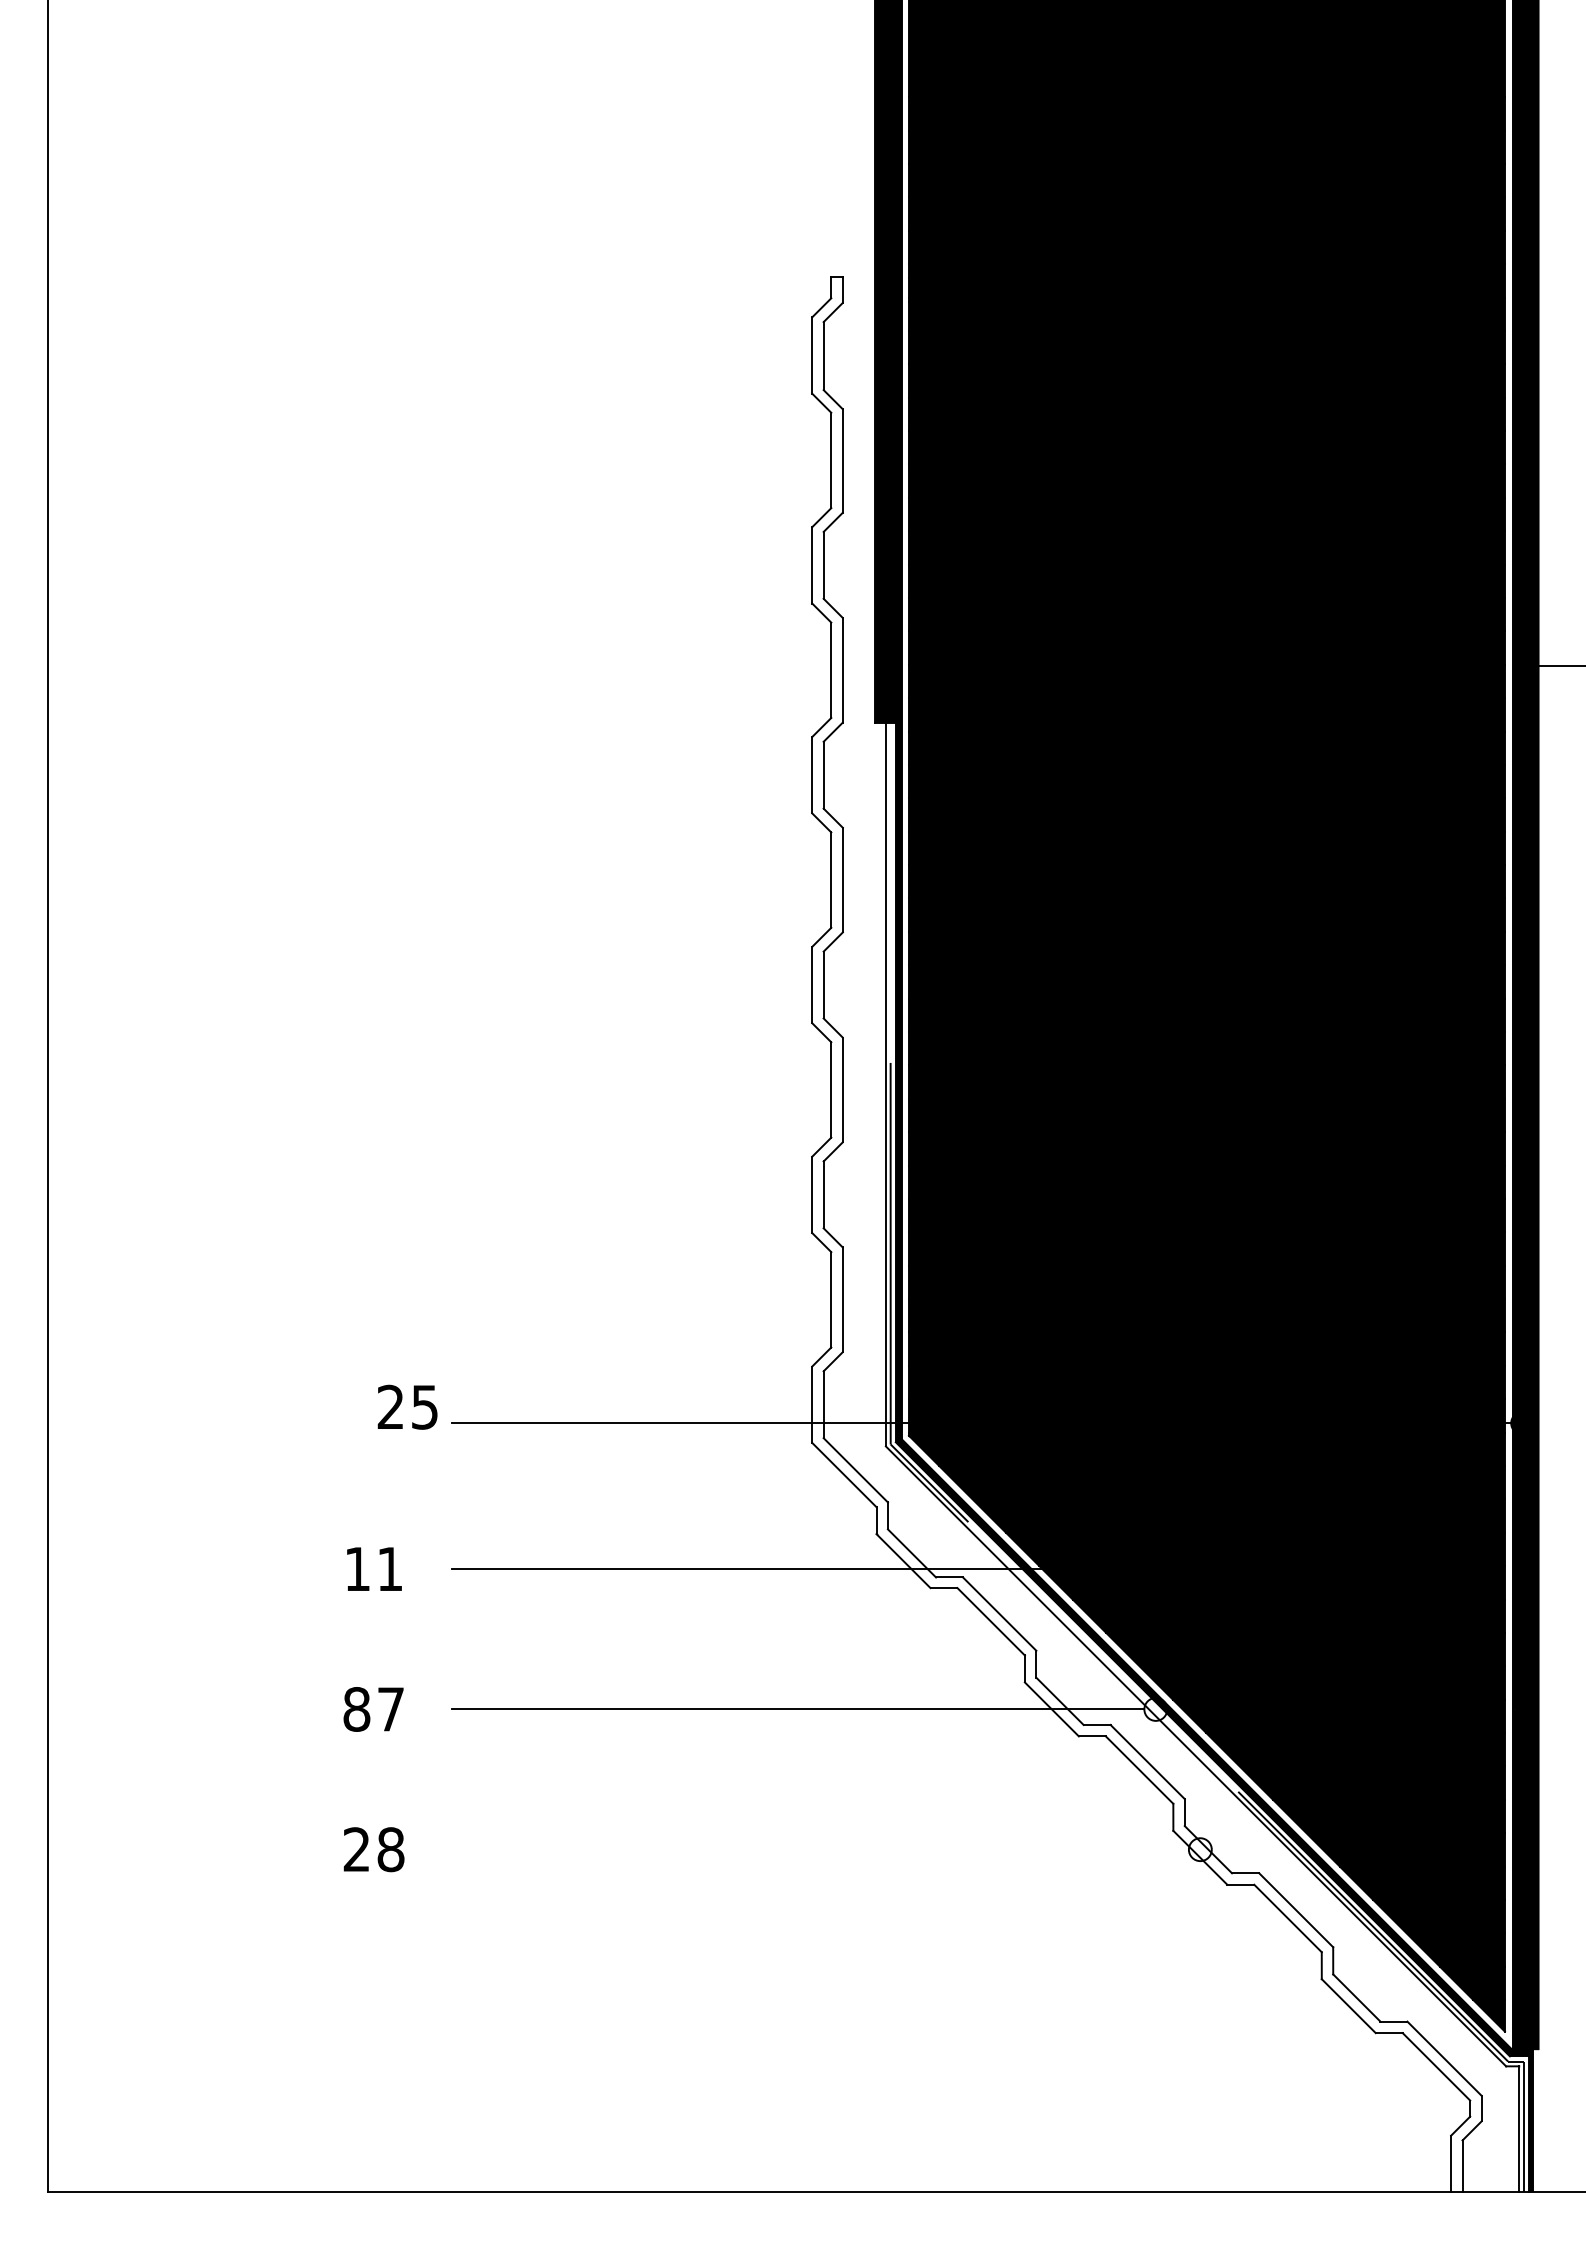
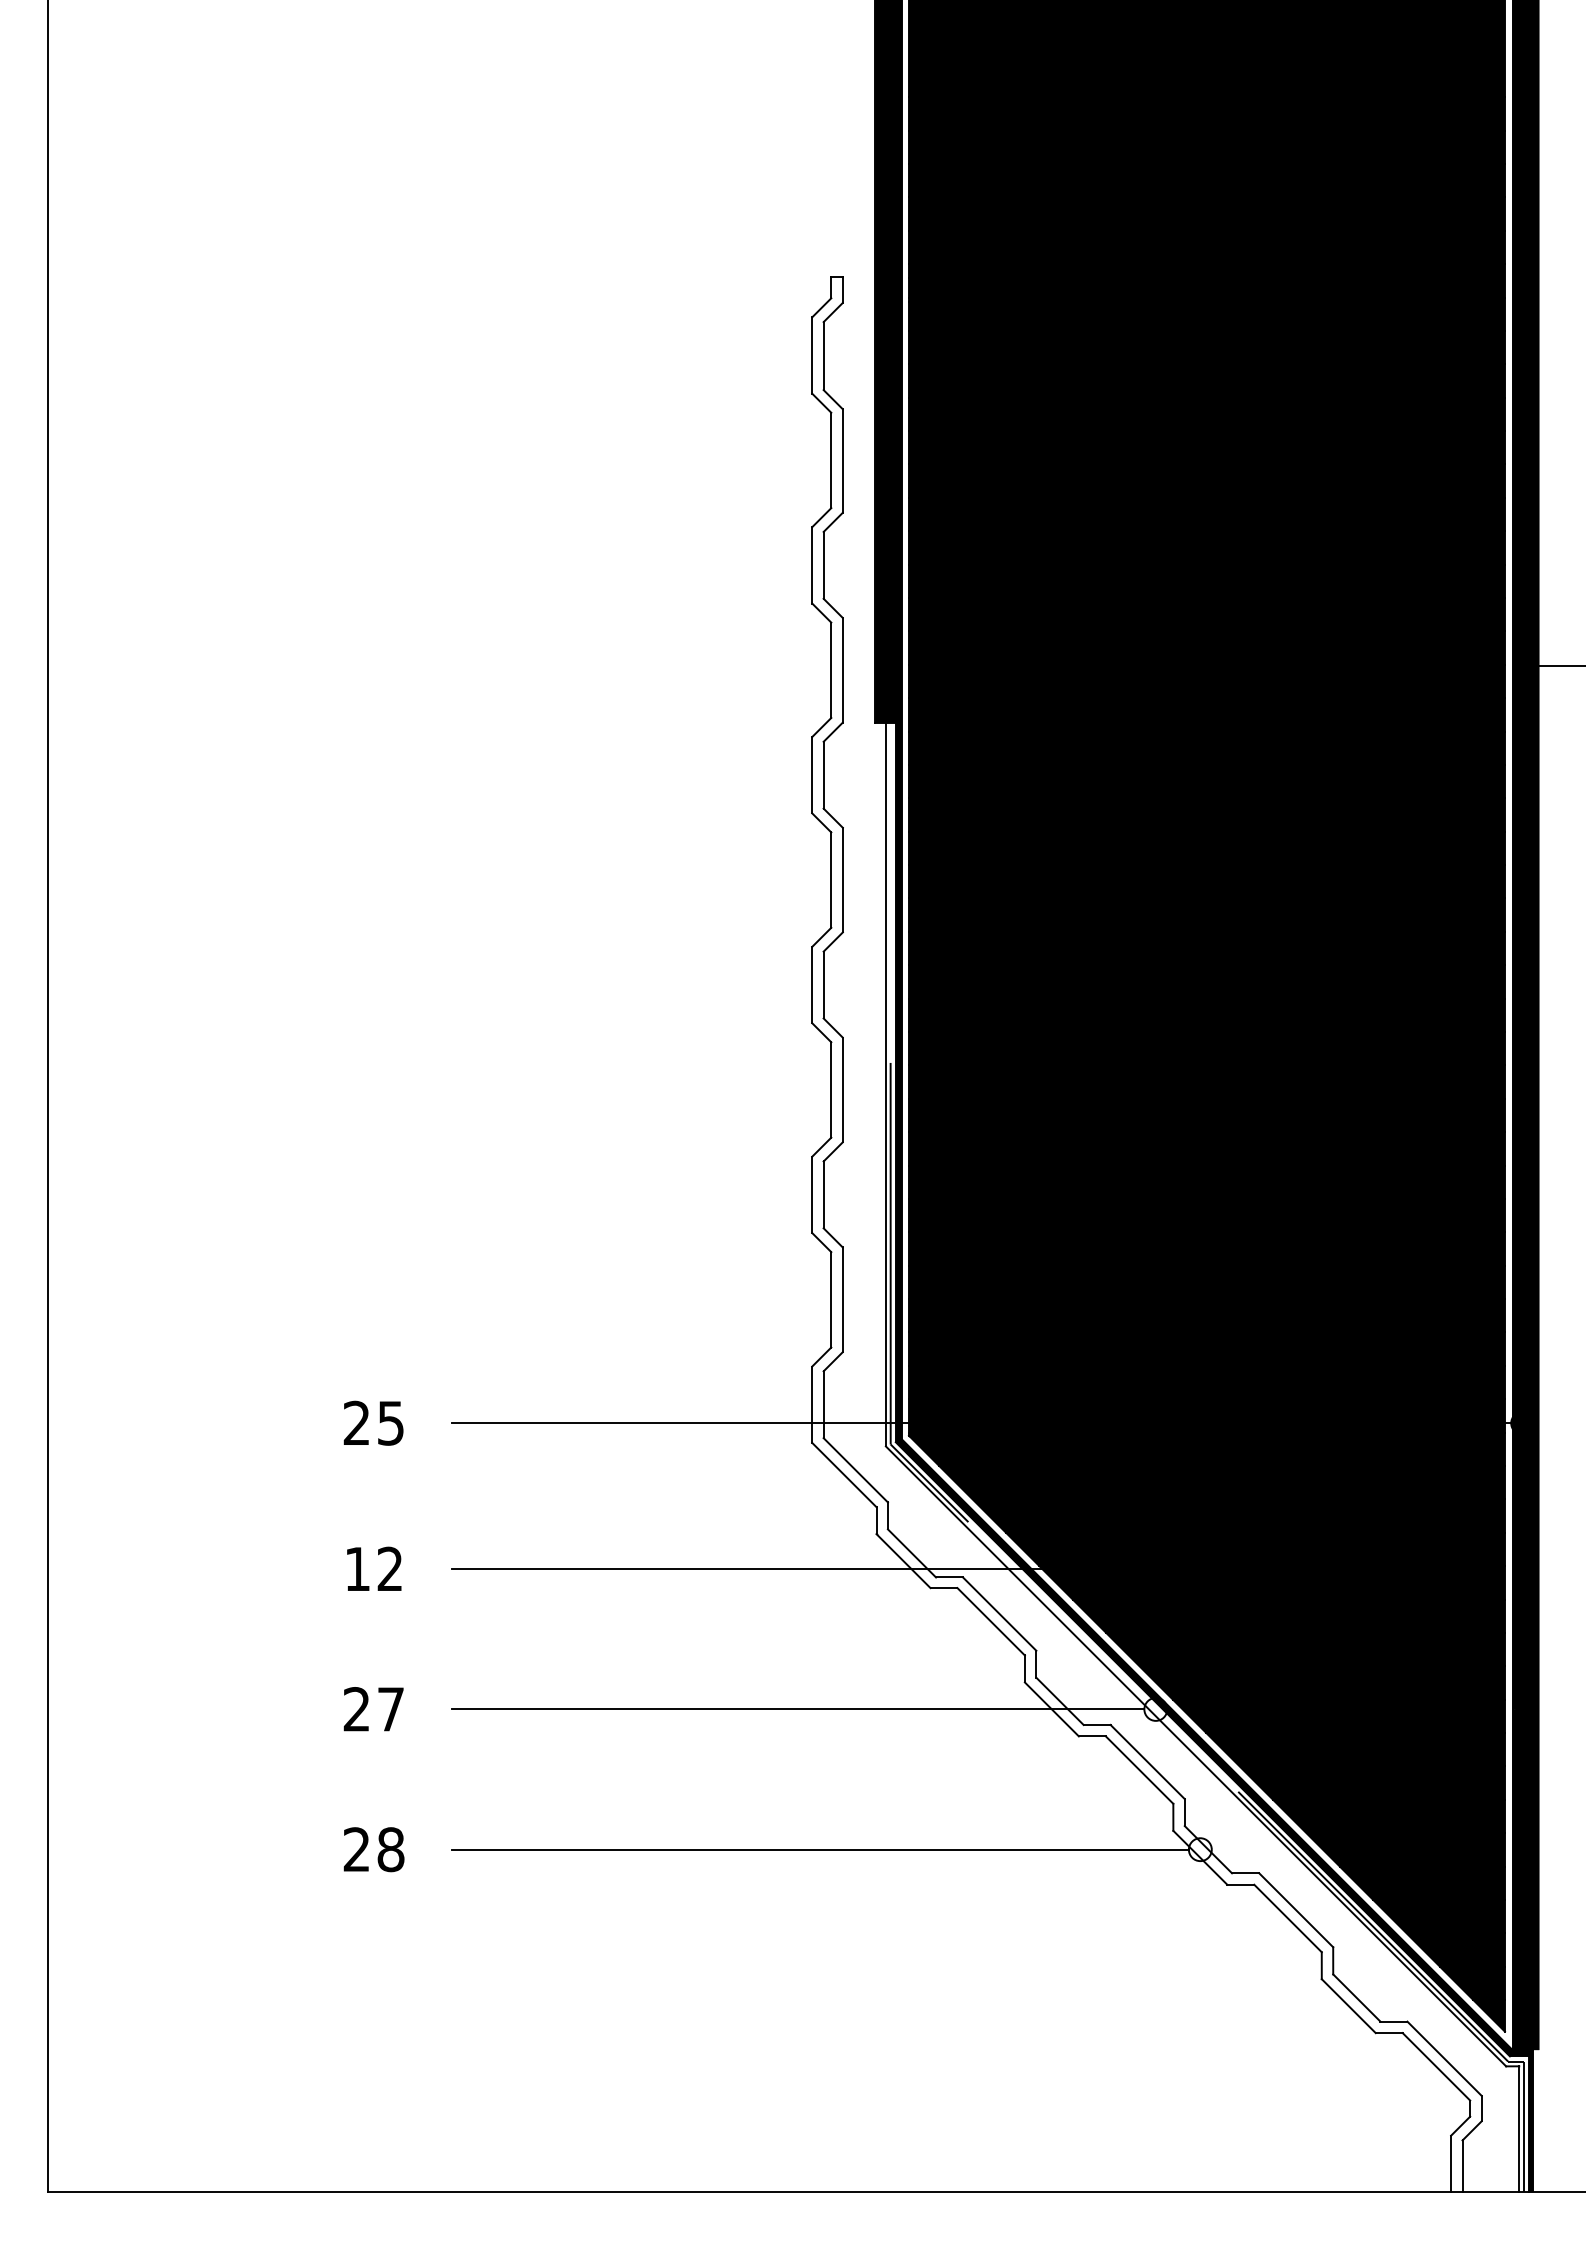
text at (407, 1406) position: (407, 1406) -> (373, 1422)
text at (389, 1568): 11 -> 12
text at (356, 1709): 87 -> 27
line at (819, 1849): none -> present
